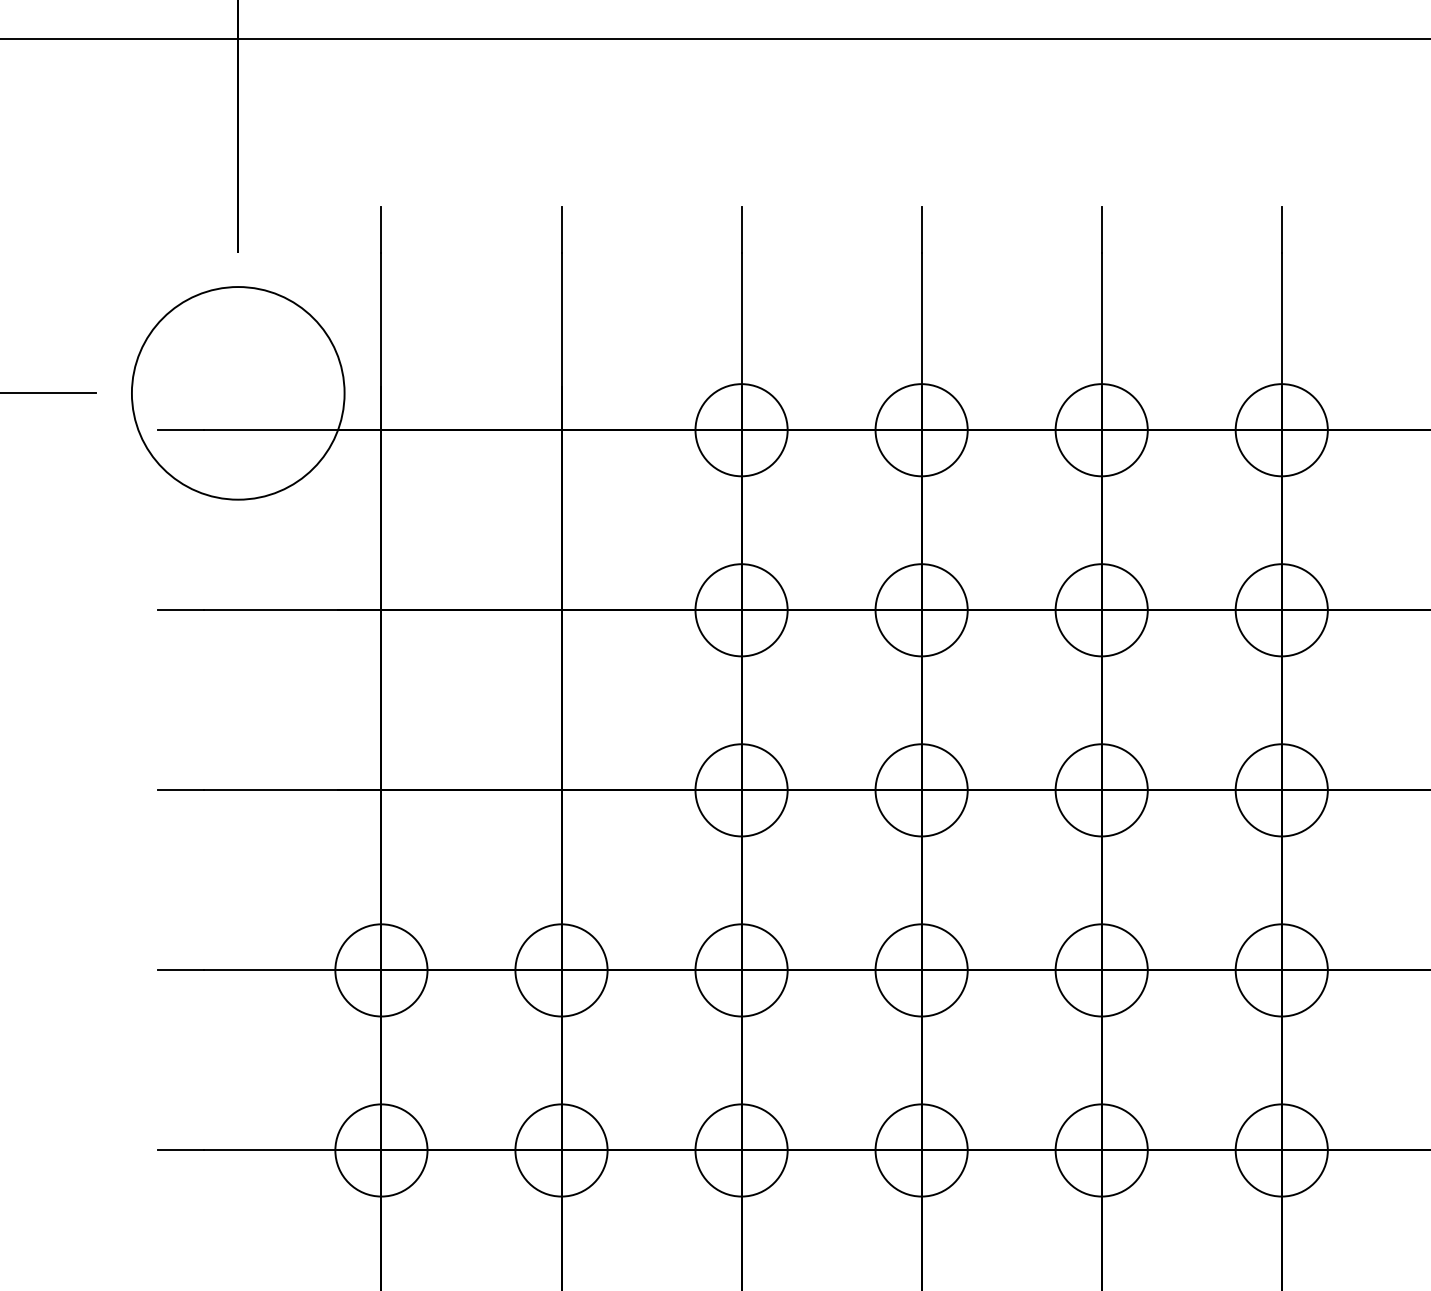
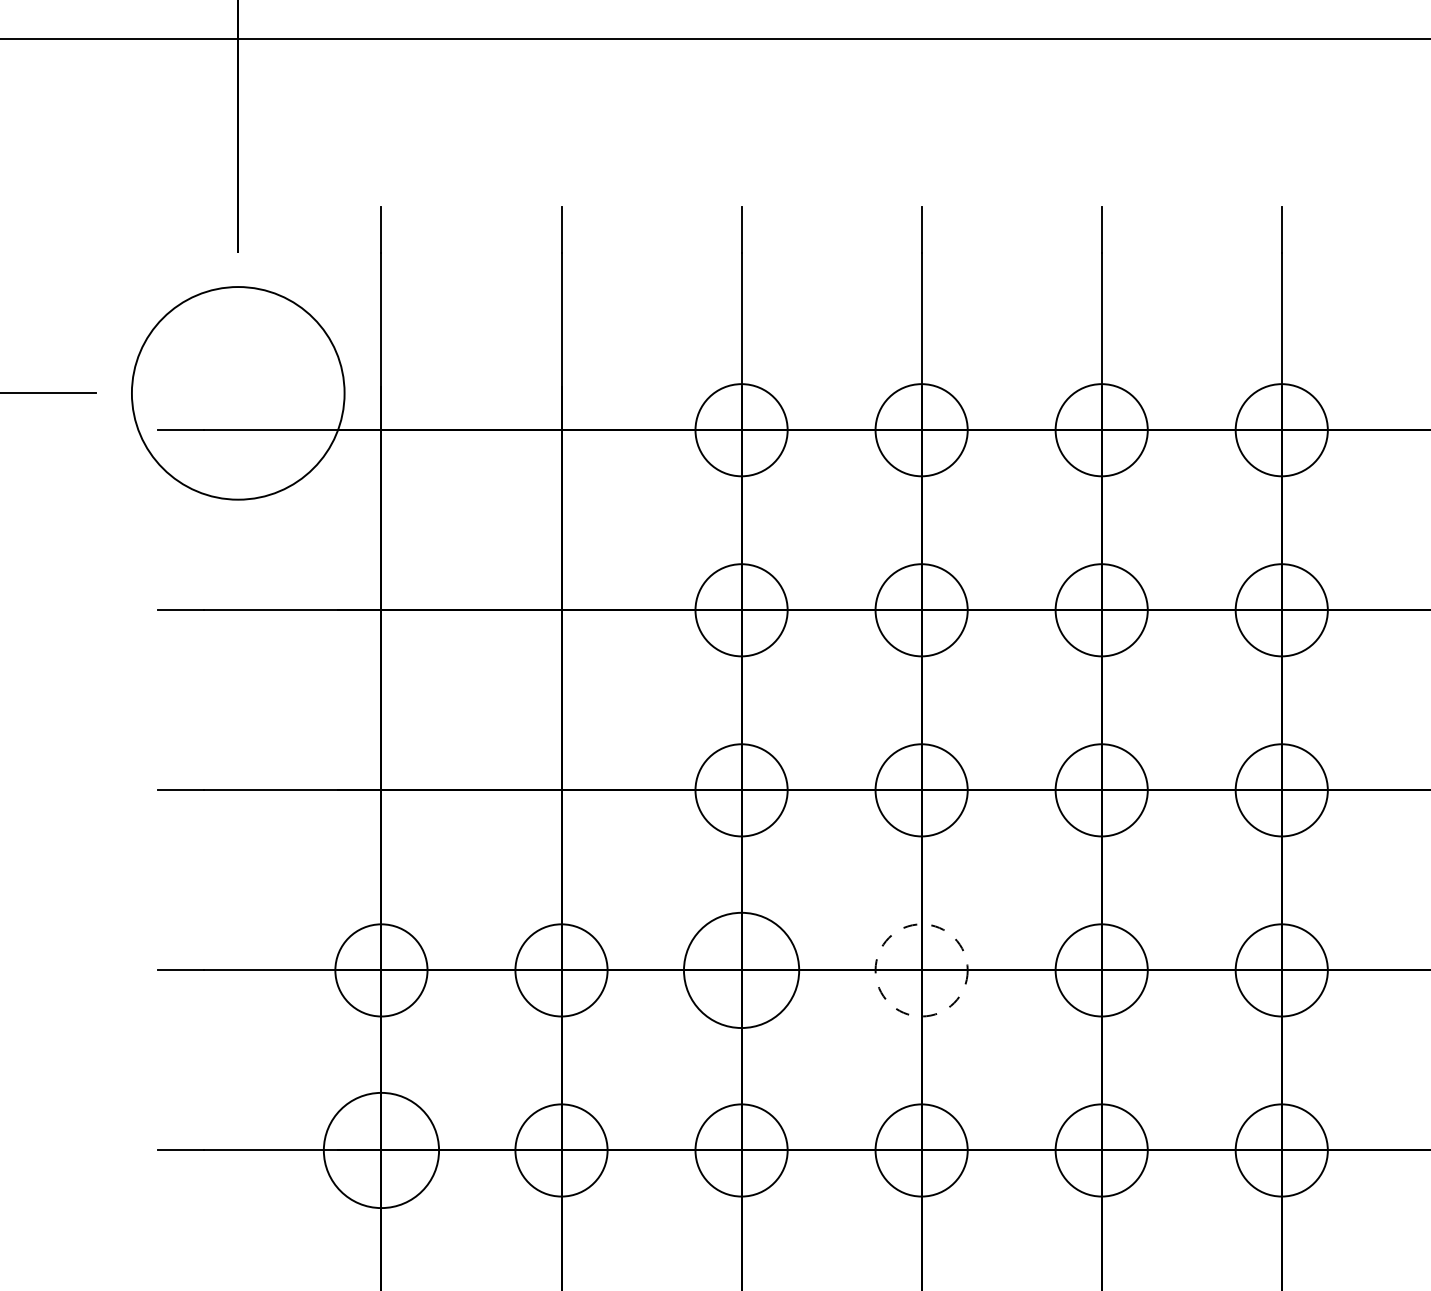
circle at (741, 970) diameter: 92 px -> 115 px
circle at (921, 970): solid -> dashed
circle at (381, 1150) diameter: 92 px -> 115 px
